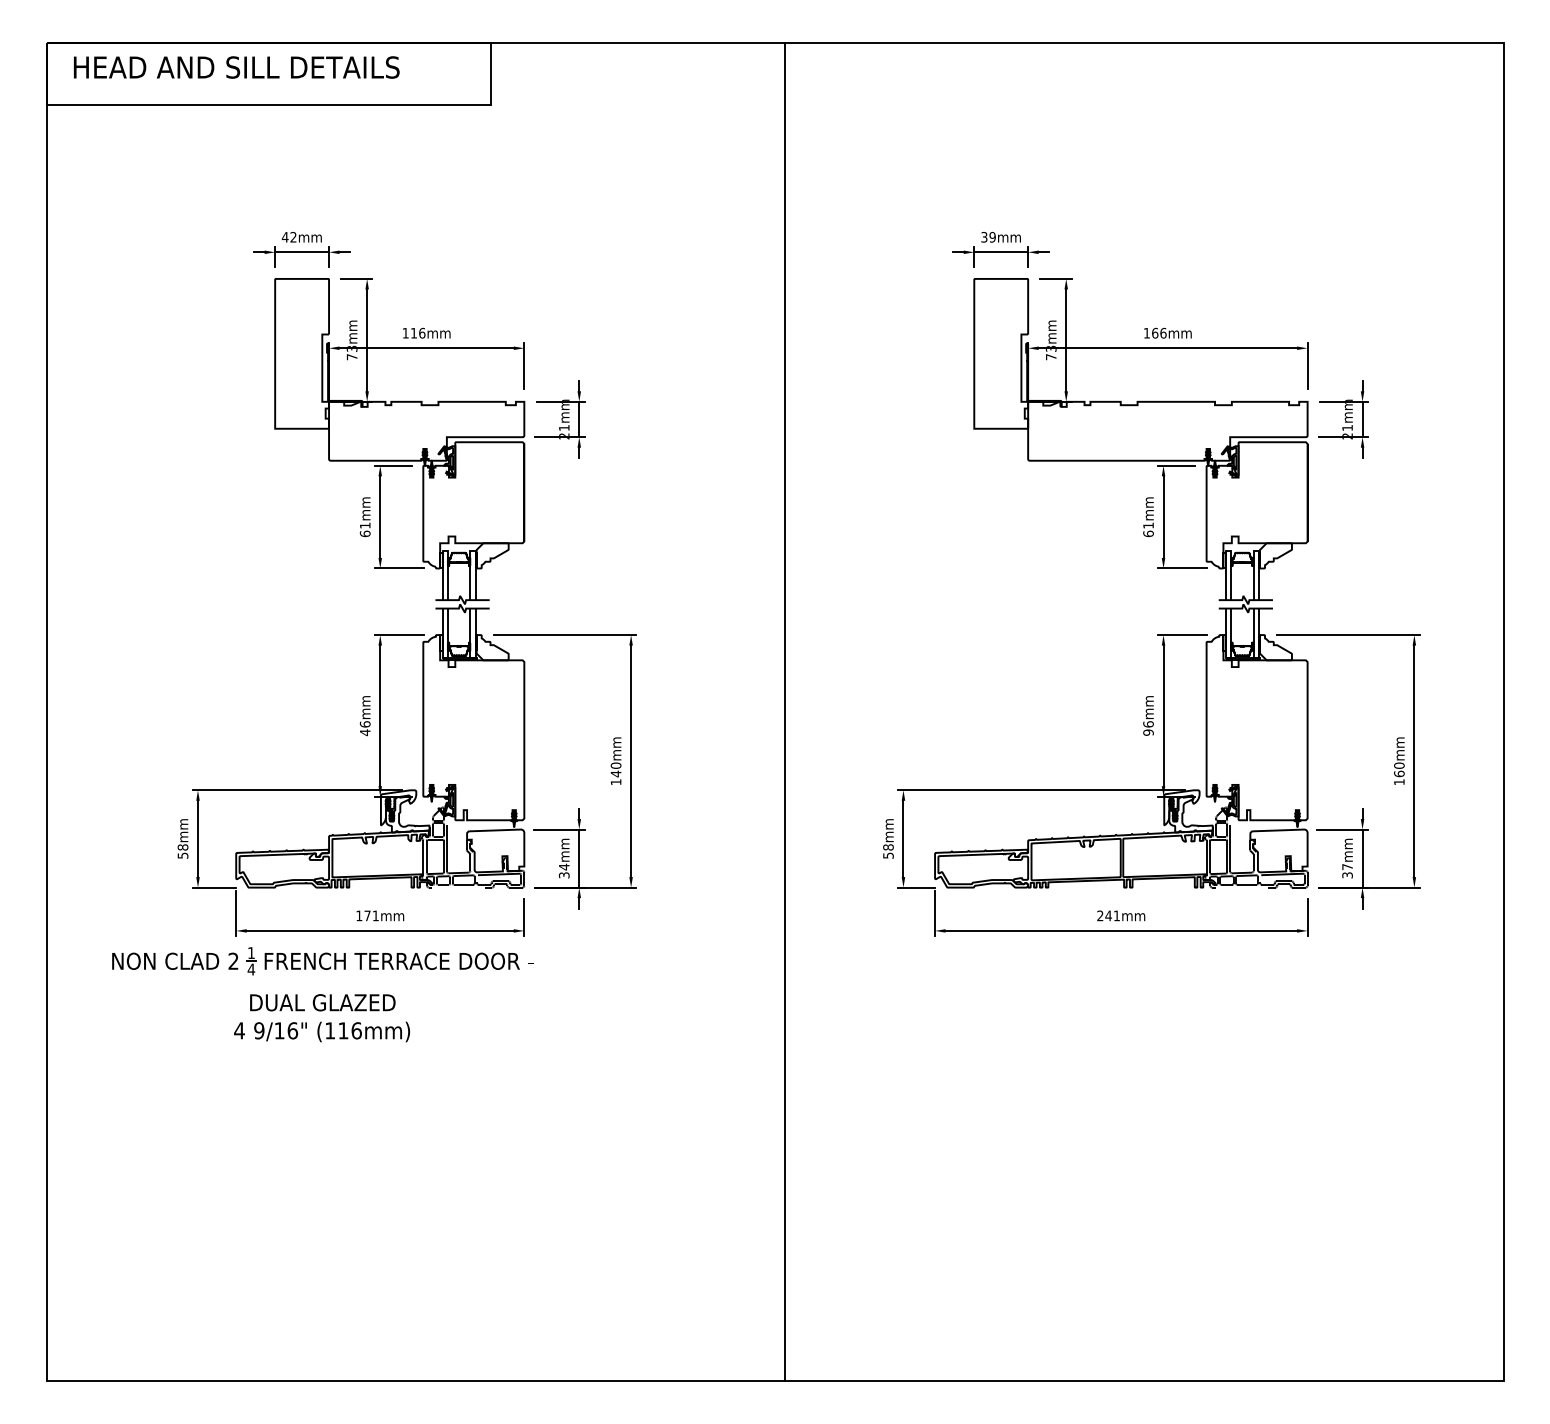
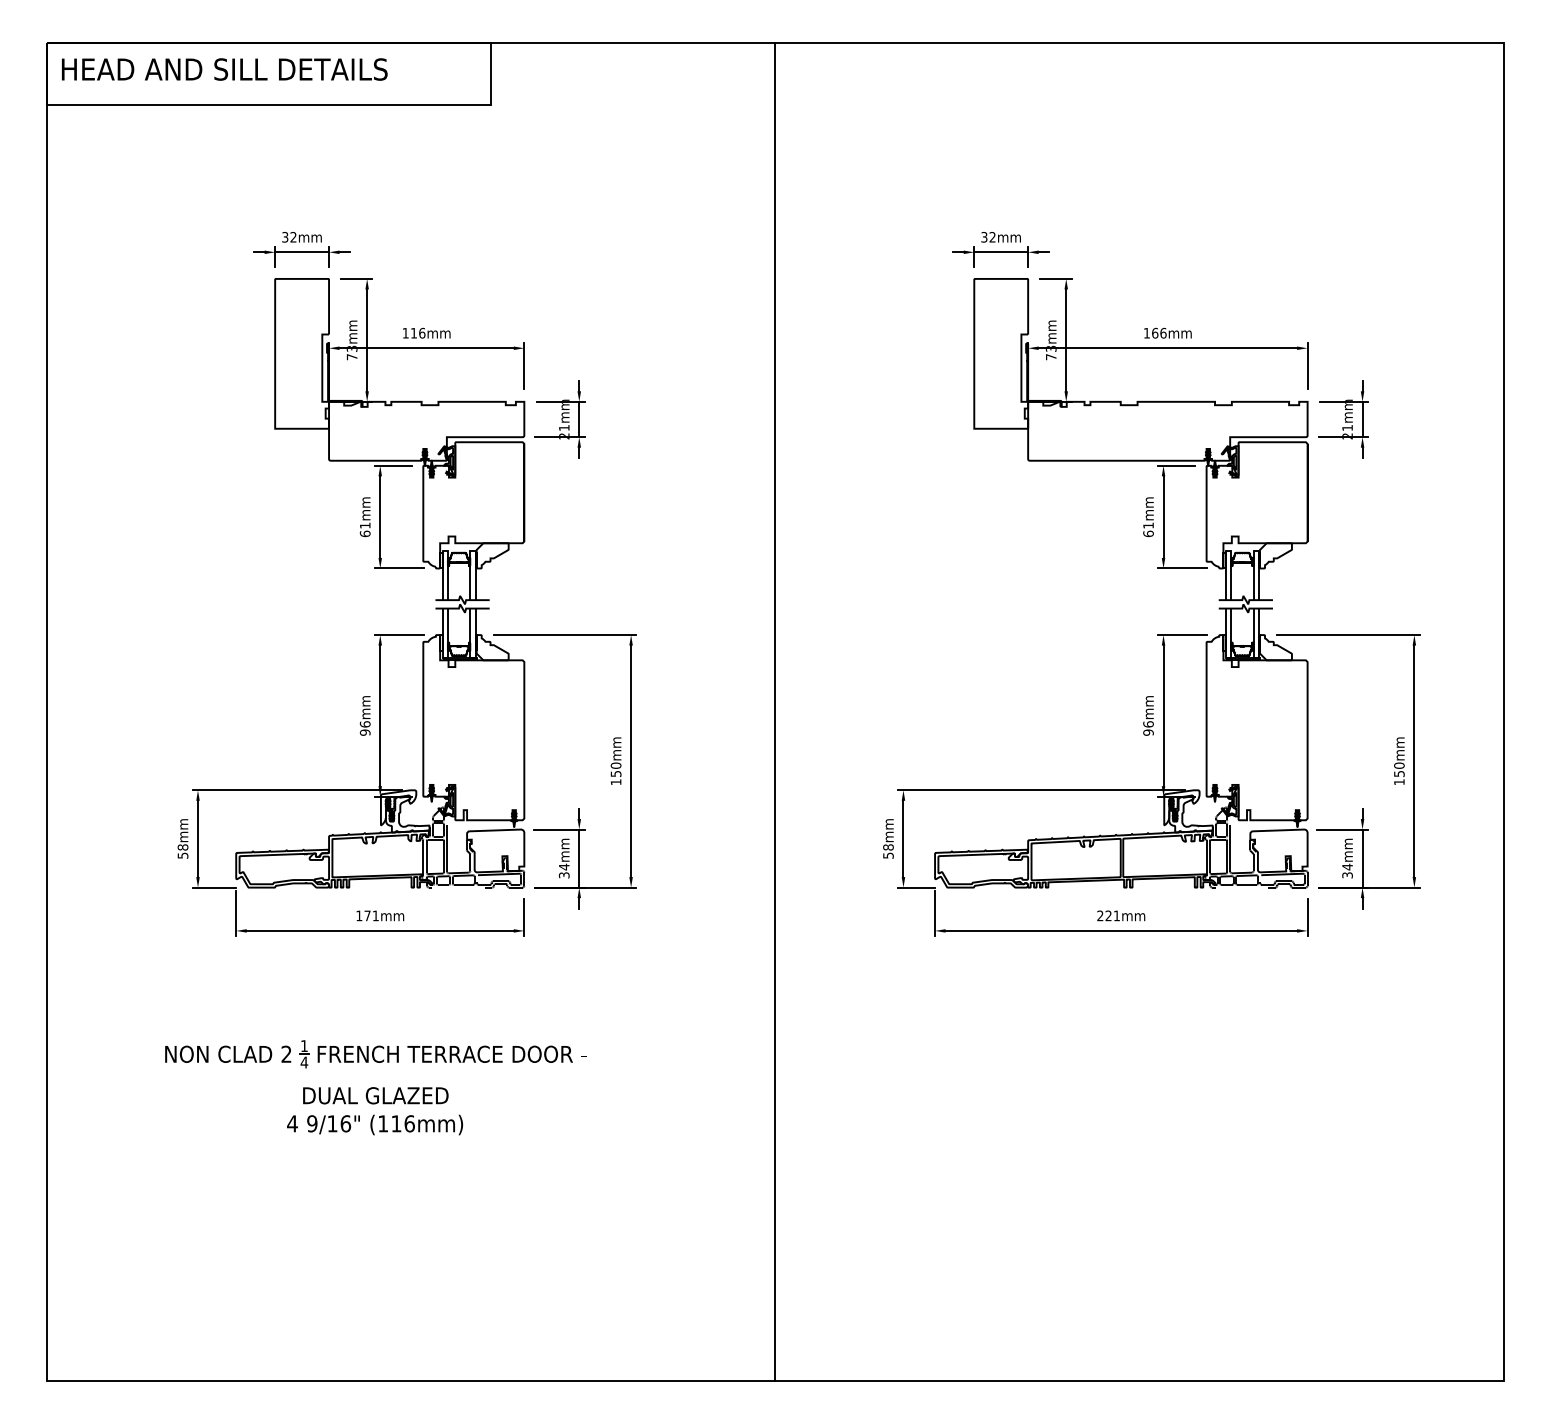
text at (236, 67) position: (236, 67) -> (224, 69)
text at (284, 236): 42mm -> 32mm
text at (992, 237): 39mm -> 32mm
line at (785, 711) position: (785, 711) -> (775, 711)
text at (364, 732): 46mm -> 96mm
text at (615, 773): 140mm -> 150mm
text at (1399, 773): 160mm -> 150mm
text at (1347, 866): 37mm -> 34mm
text at (1108, 915): 241mm -> 221mm
part at (322, 994) position: (322, 994) -> (375, 1087)
